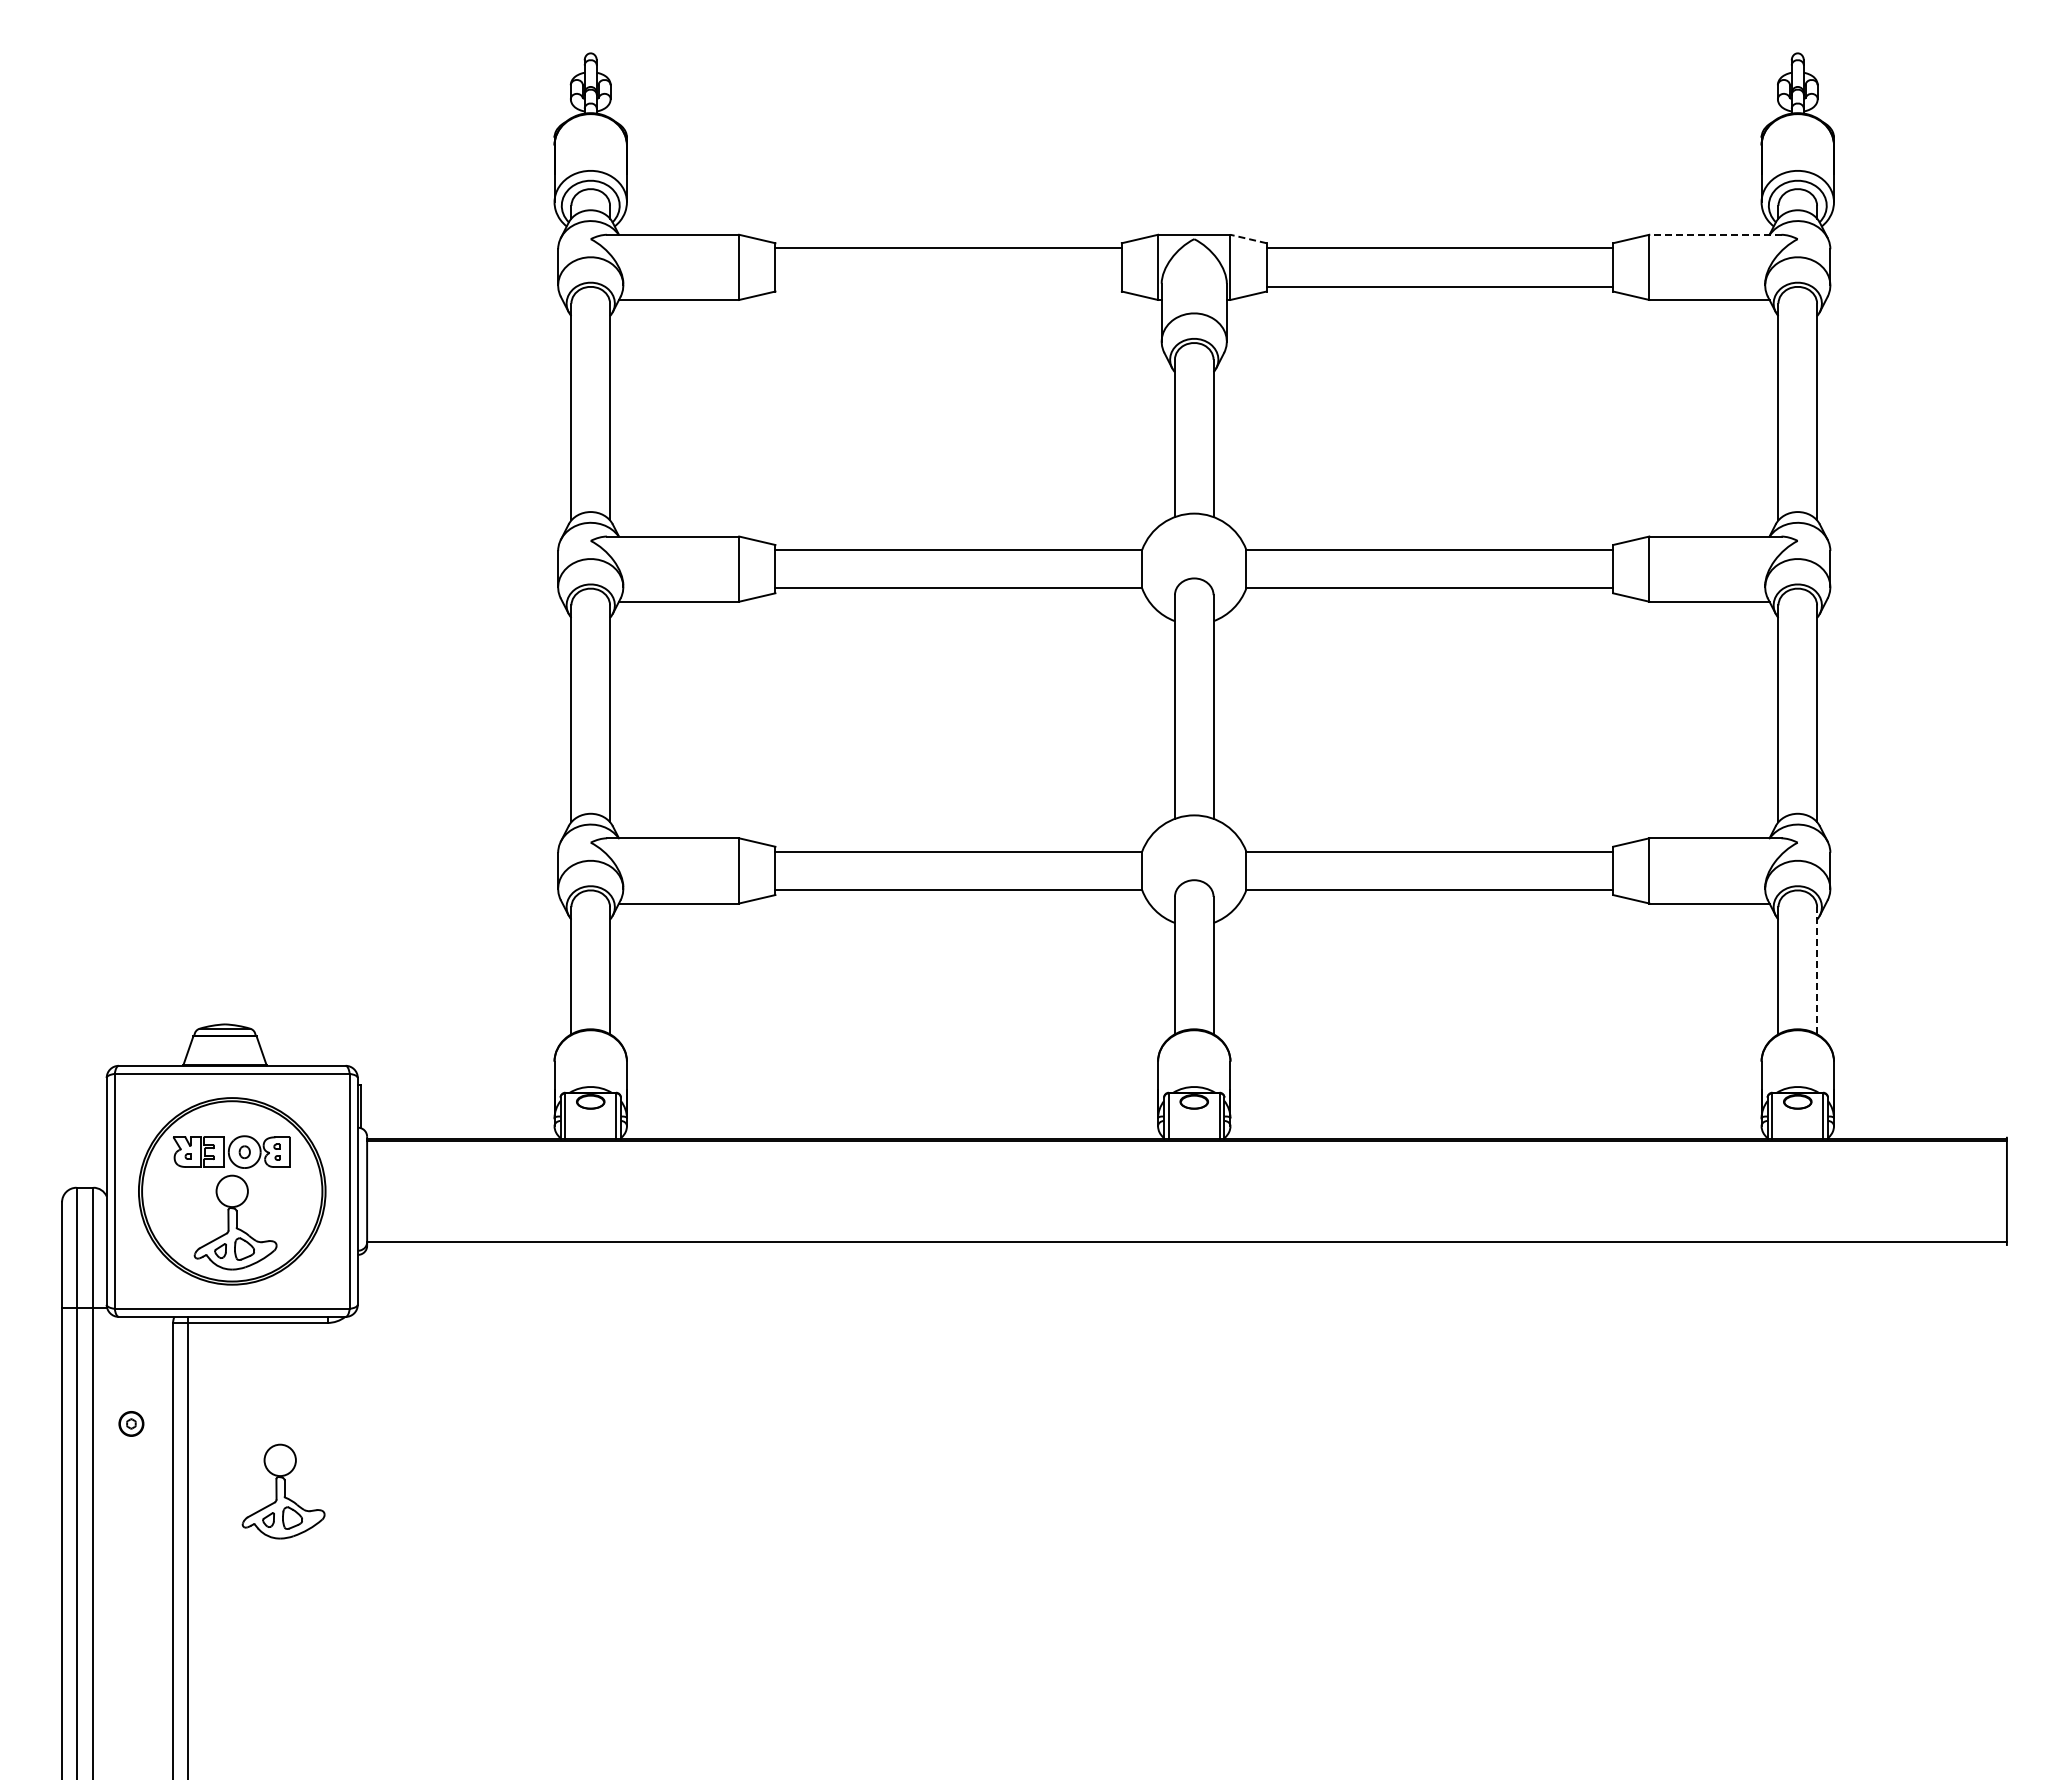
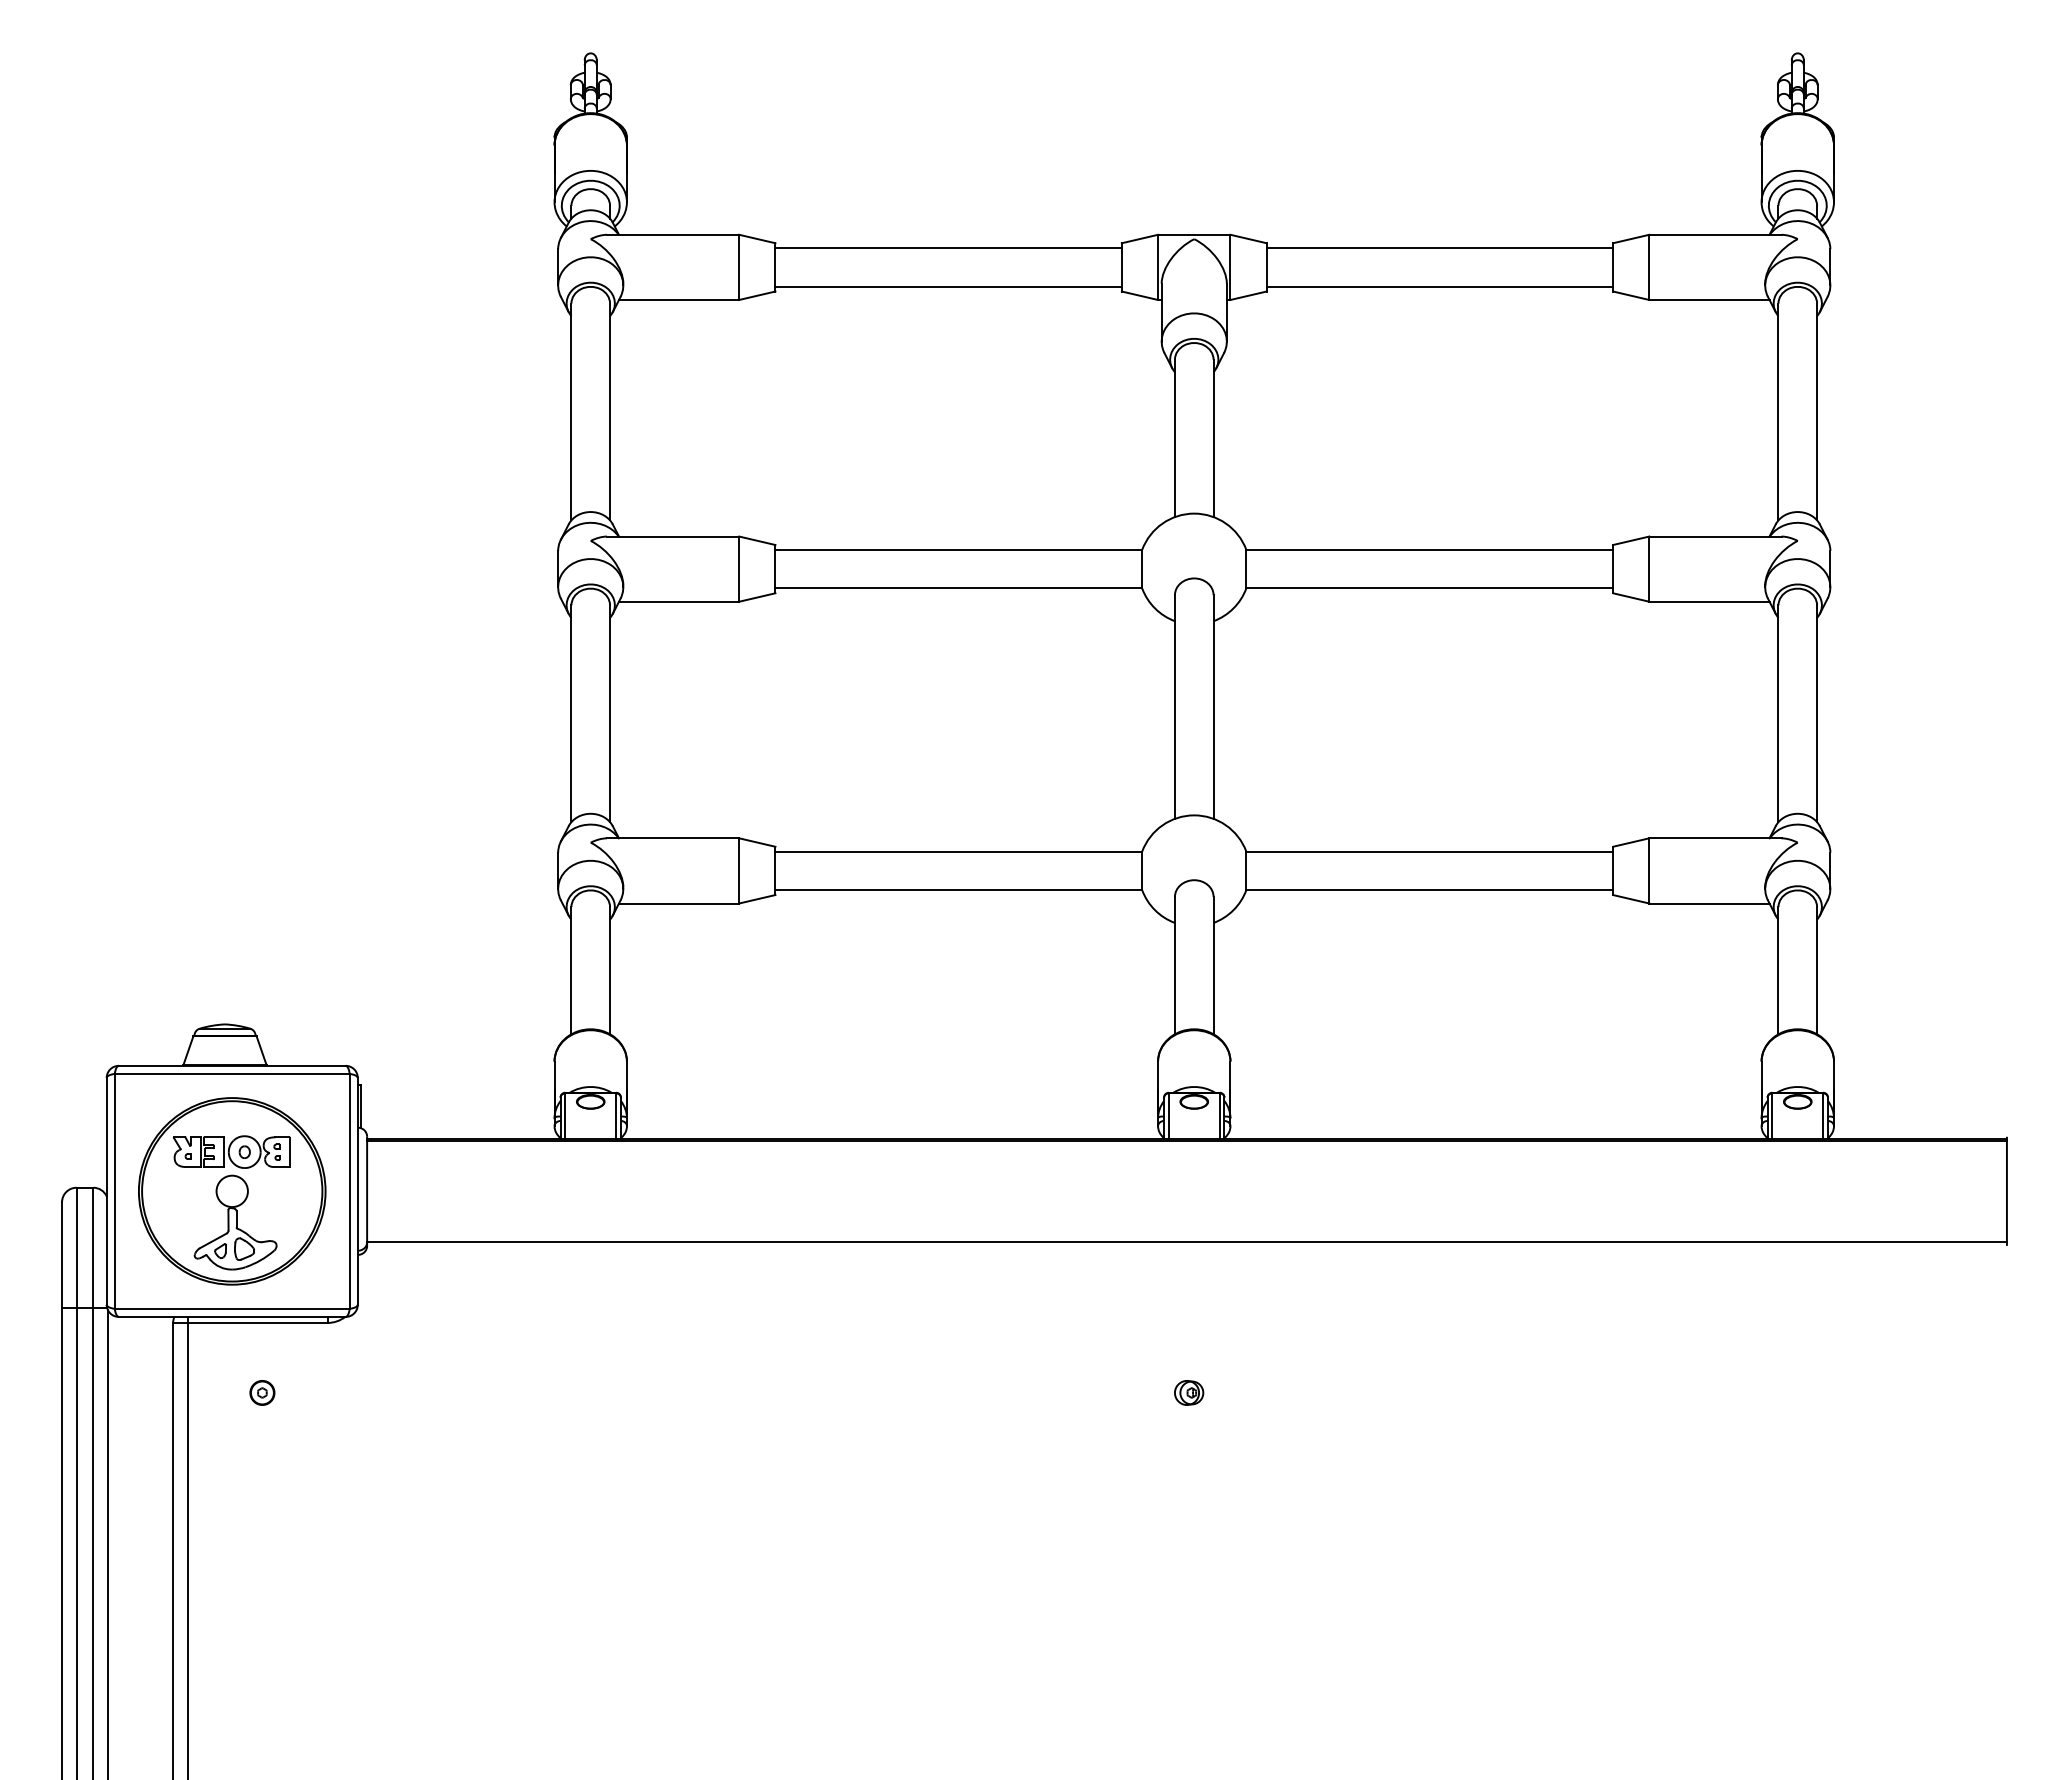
line at (1714, 234): dashed -> solid
line at (1248, 239): dashed -> solid
line at (948, 286): none -> present
line at (1817, 970): dashed -> solid
part at (1189, 1392): none -> present
part at (131, 1423) position: (131, 1423) -> (262, 1392)
part at (283, 1491): present -> none
line at (107, 1543): none -> present
